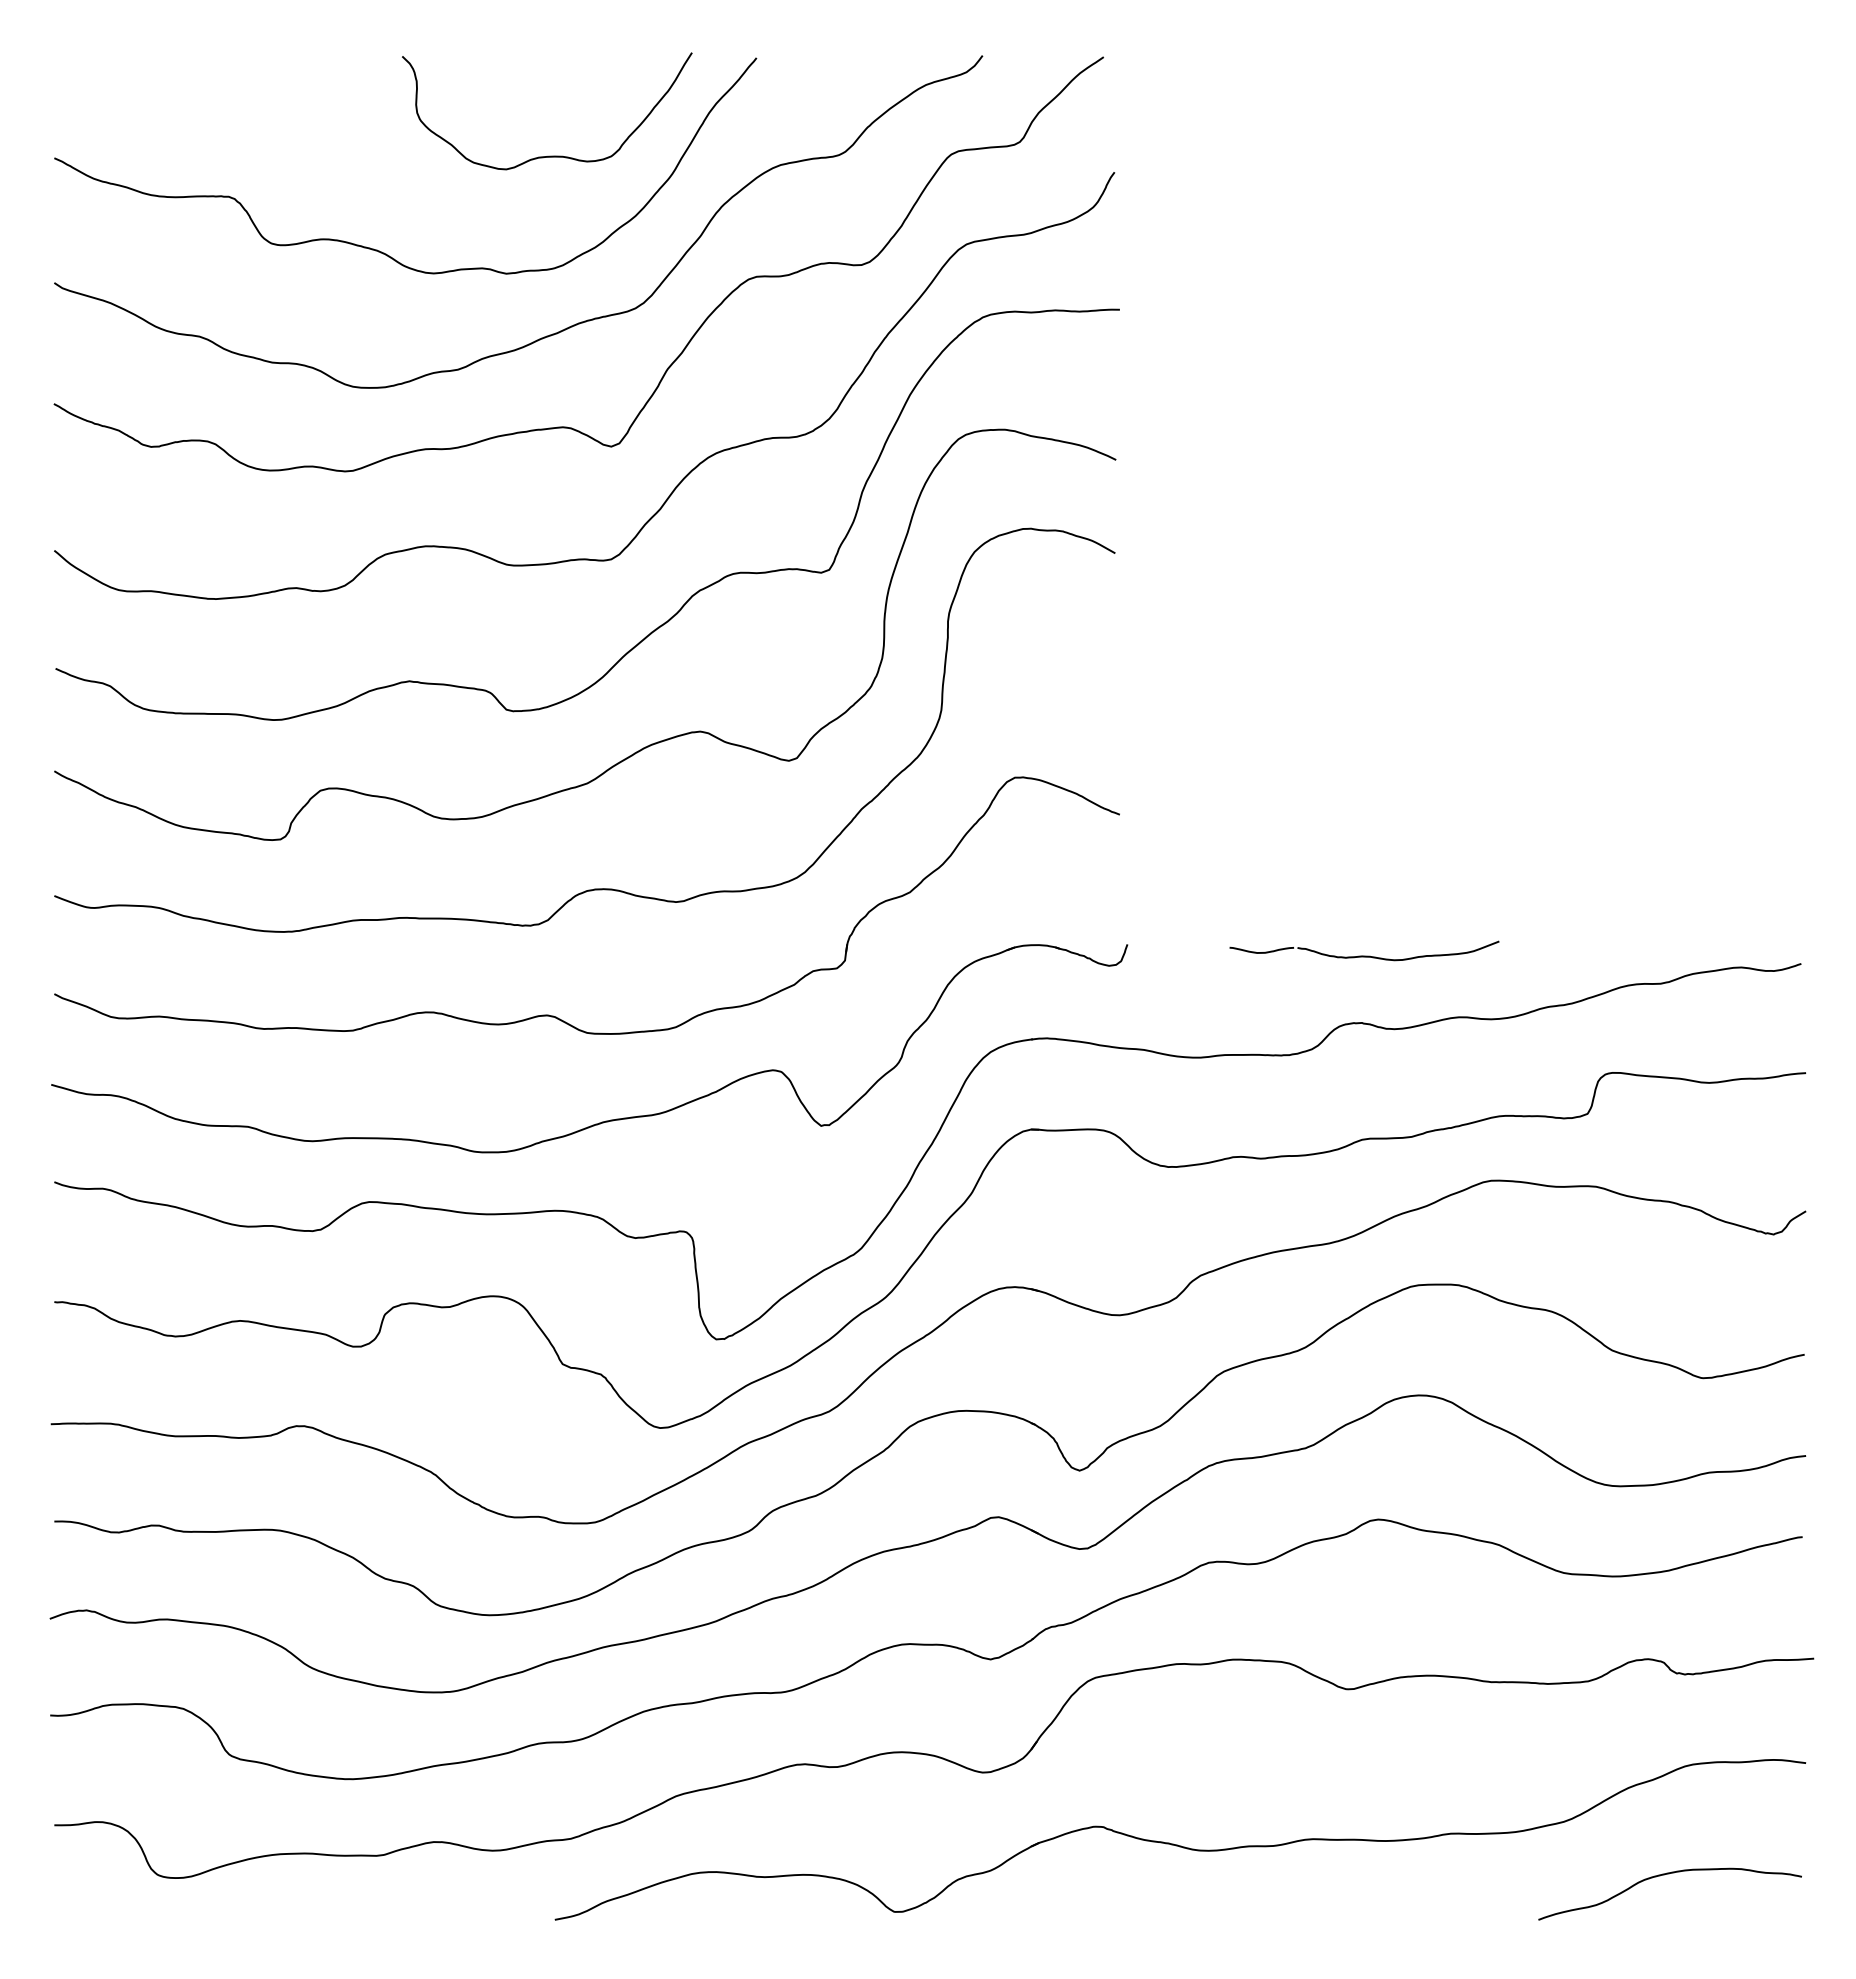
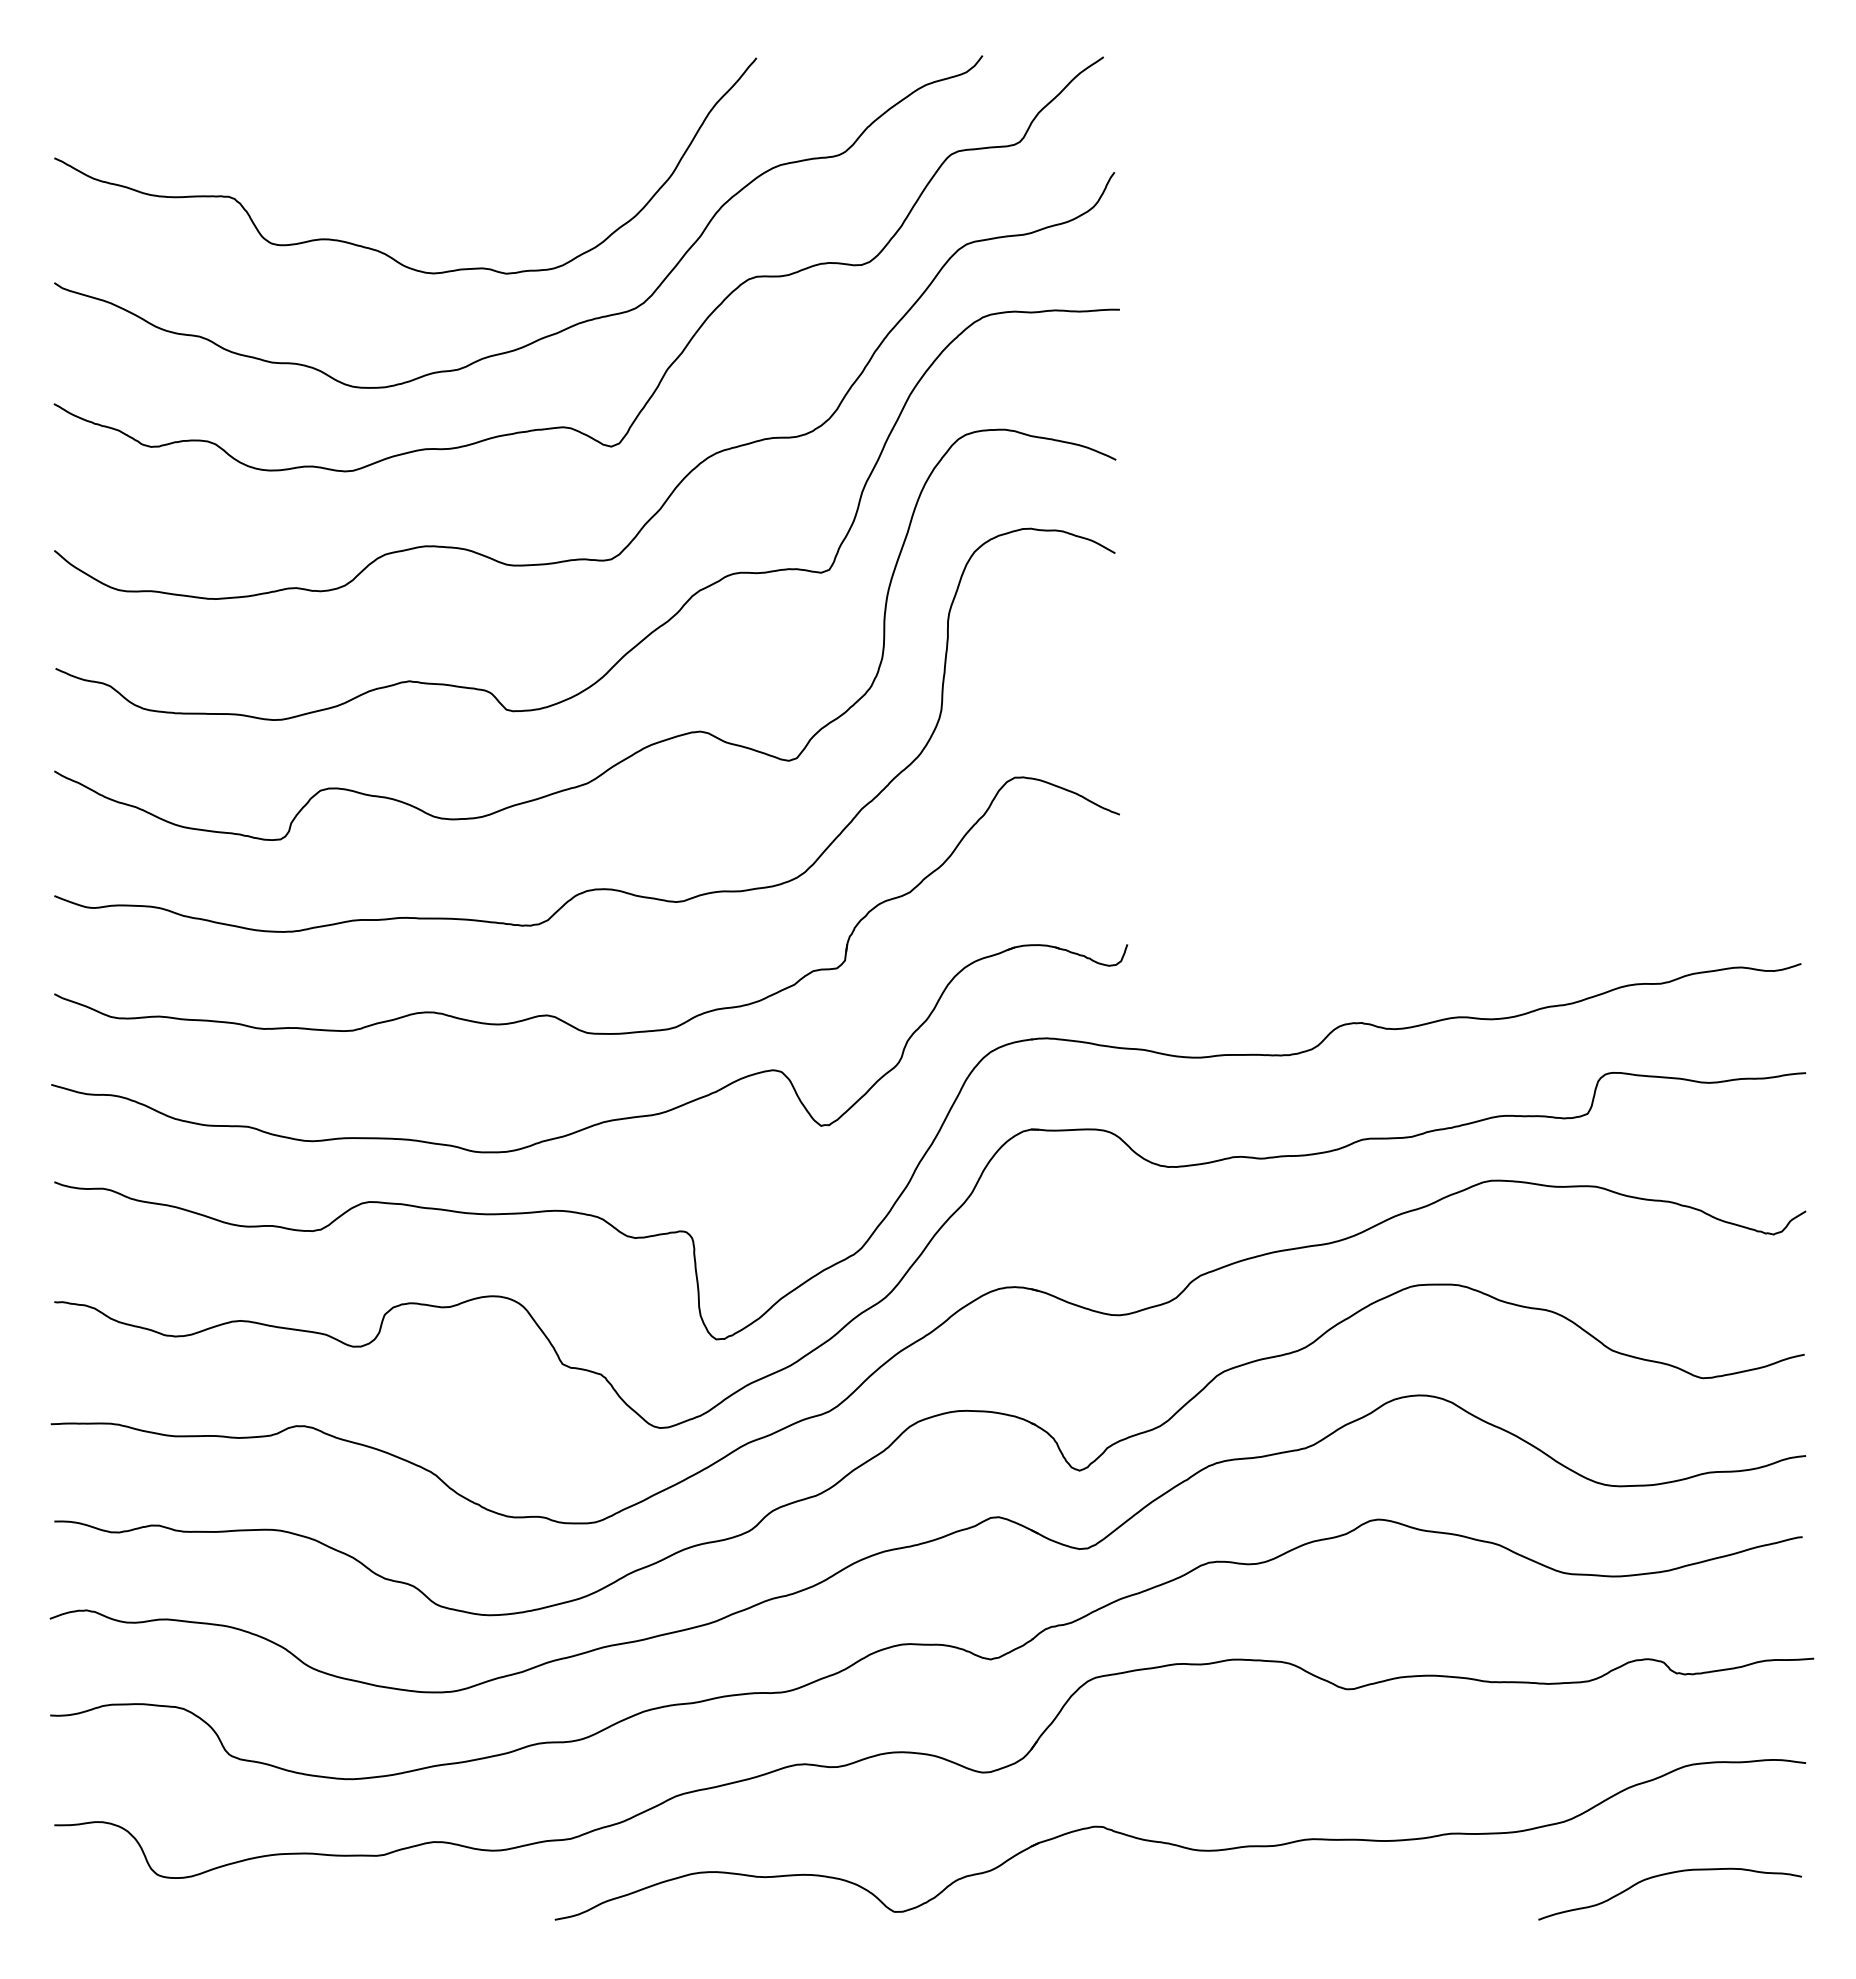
curve at (548, 155): present -> none
part at (1364, 950): present -> none
